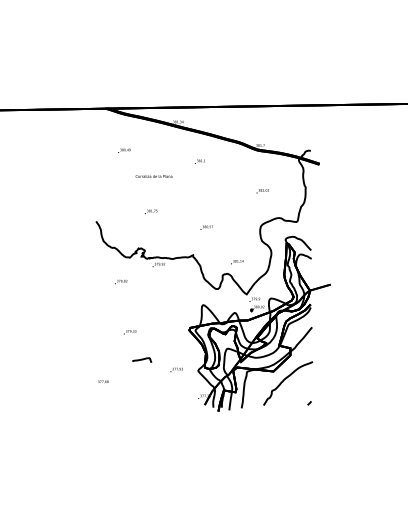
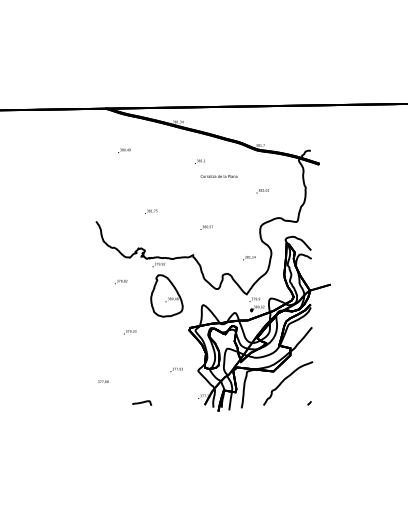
text at (153, 176) position: (153, 176) -> (218, 176)
text at (237, 262) position: (237, 262) -> (249, 258)
part at (166, 295): none -> present
curve at (142, 359) position: (142, 359) -> (142, 402)
